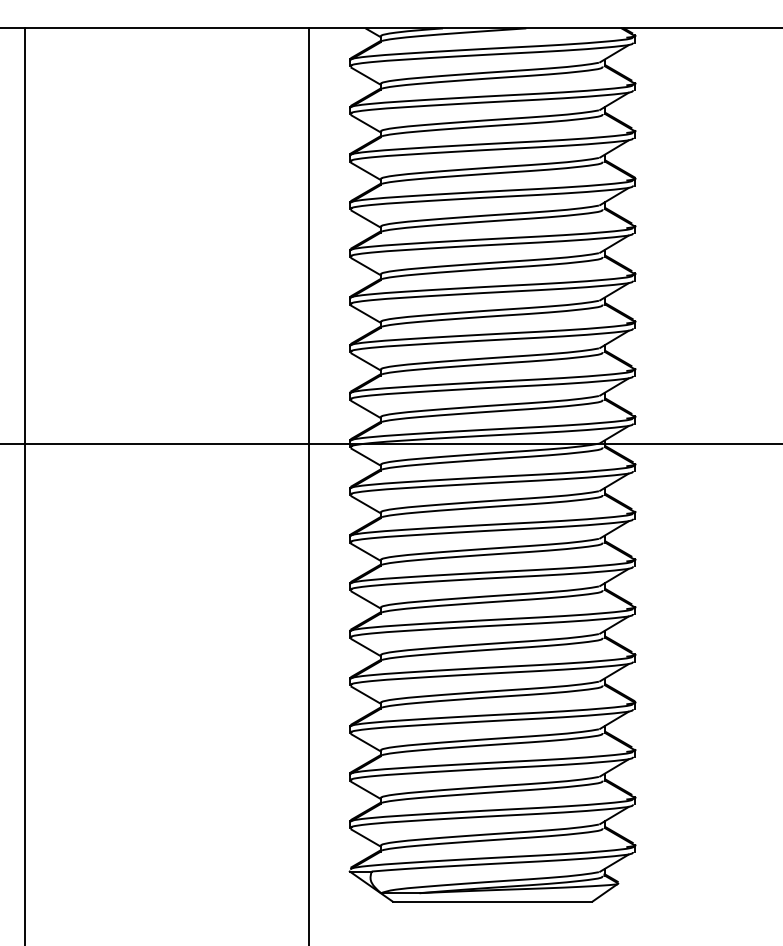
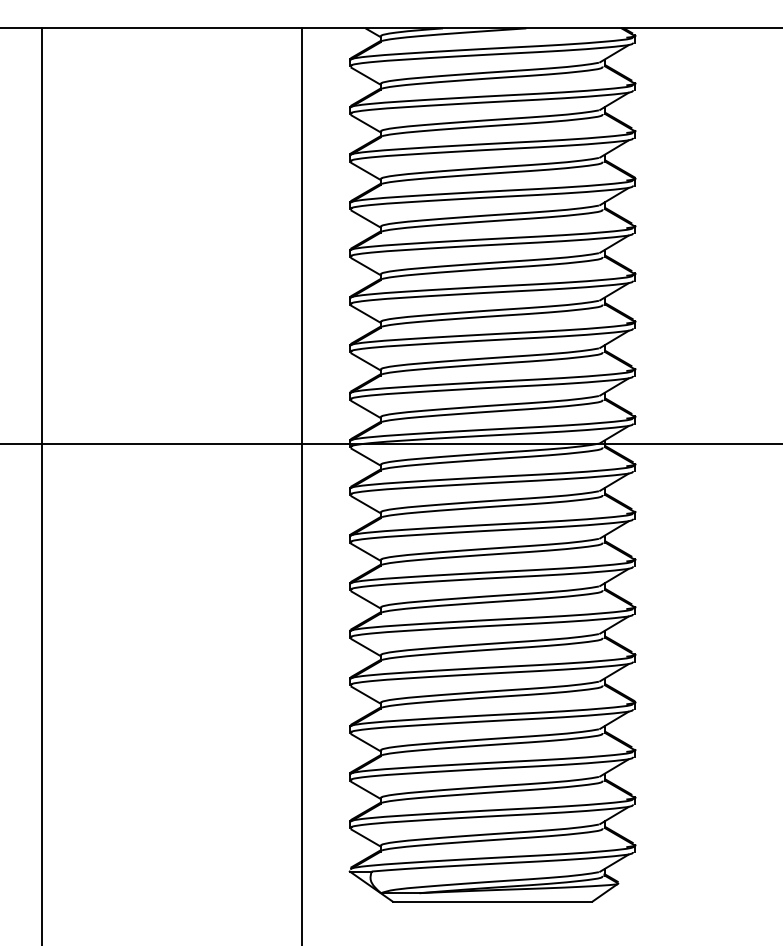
line at (24, 485) position: (24, 485) -> (41, 485)
line at (309, 485) position: (309, 485) -> (302, 485)
